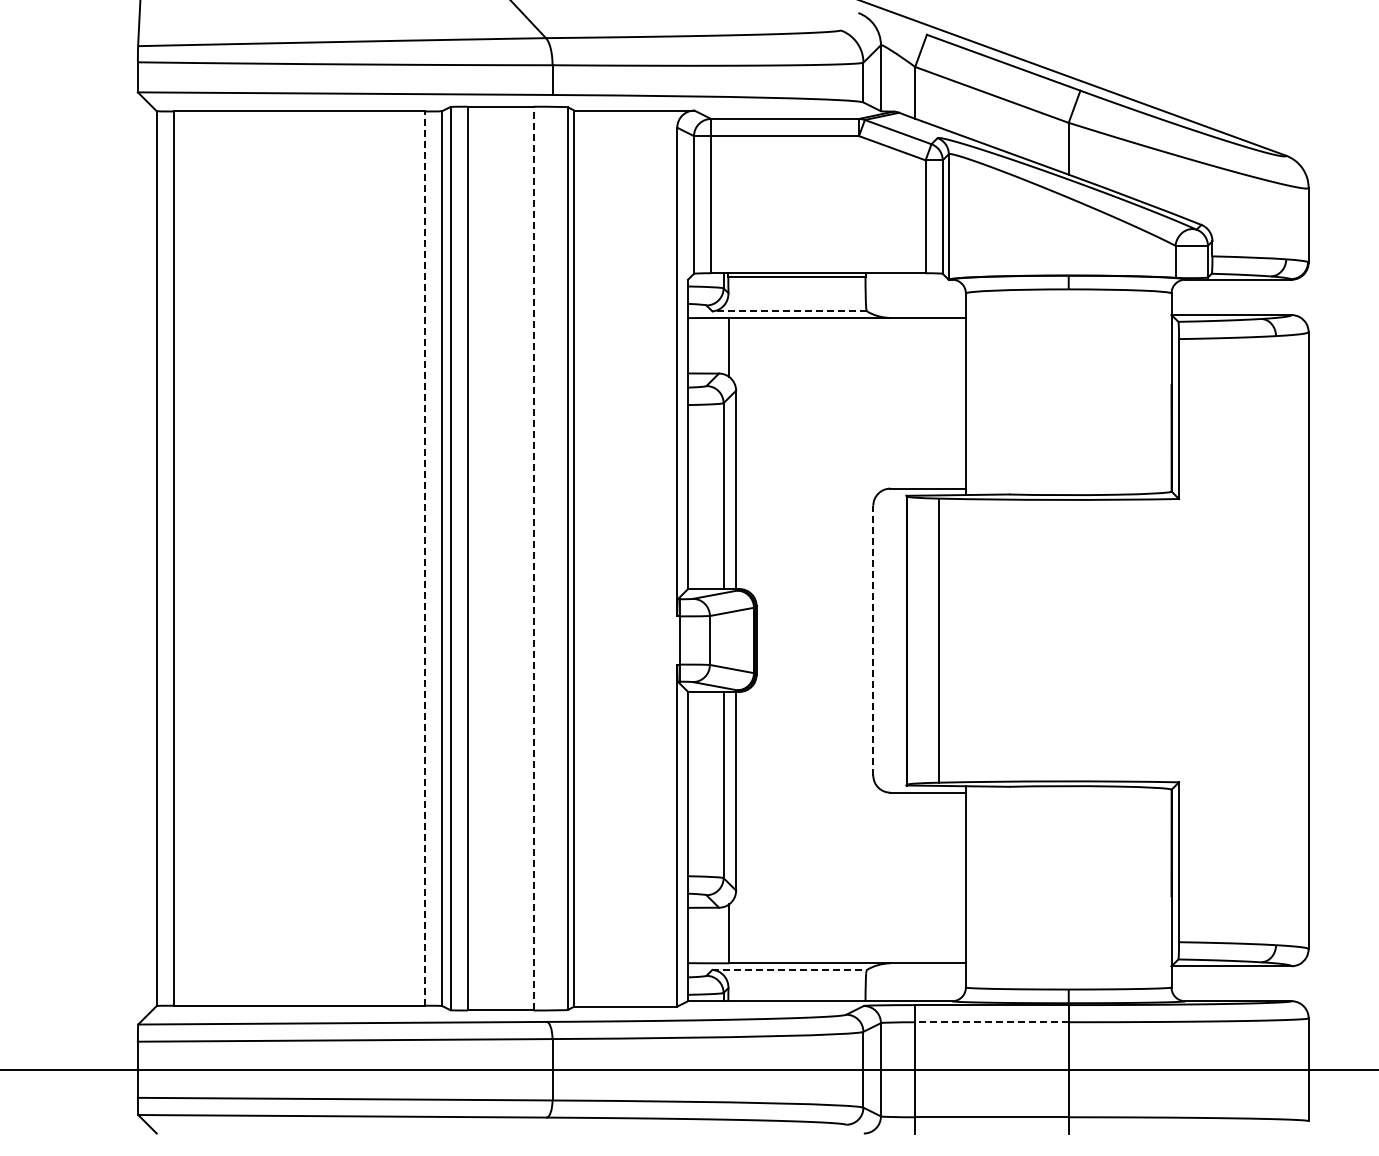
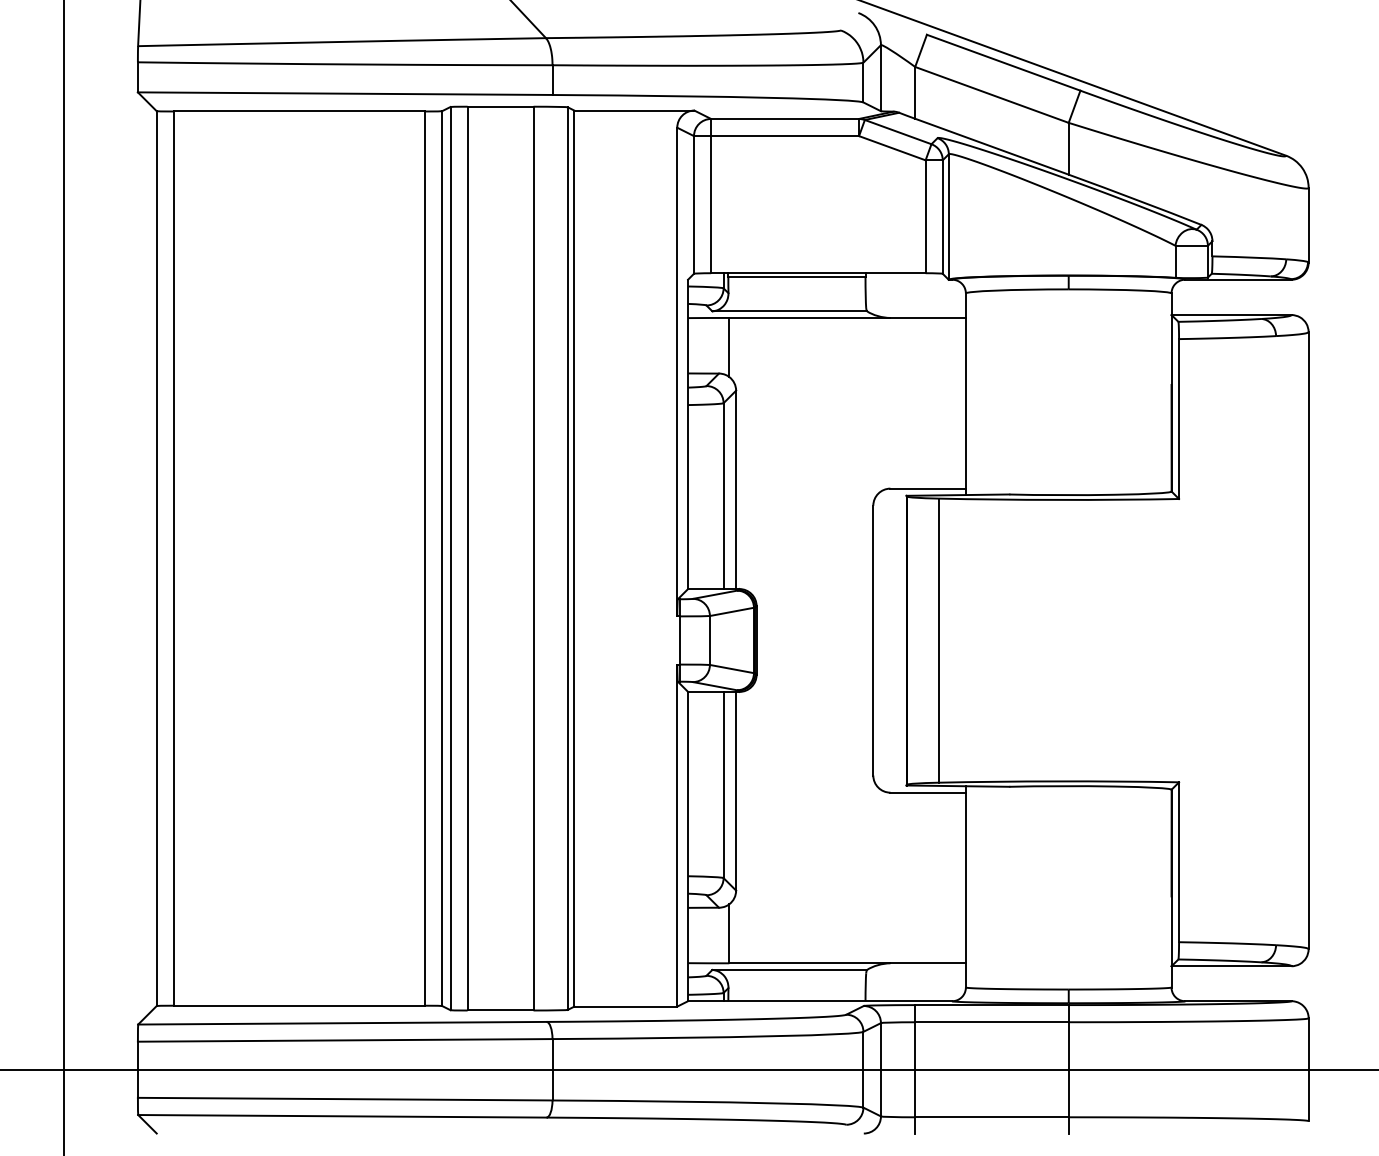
line at (789, 311): dashed -> solid
line at (424, 558): dashed -> solid
line at (533, 558): dashed -> solid
line at (64, 577): none -> present
line at (873, 640): dashed -> solid
line at (790, 969): dashed -> solid
line at (991, 1022): dashed -> solid
